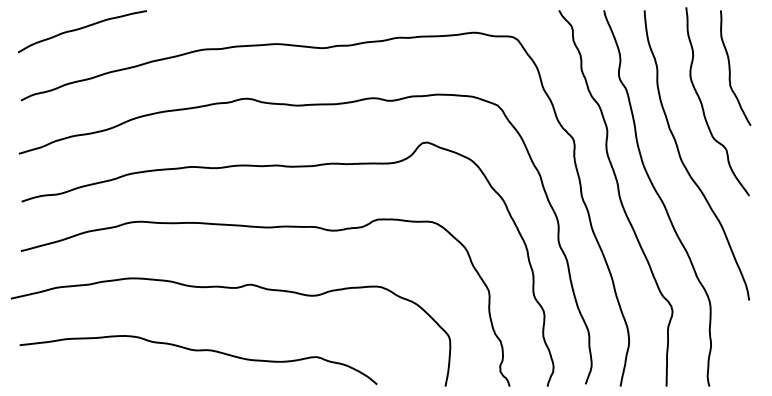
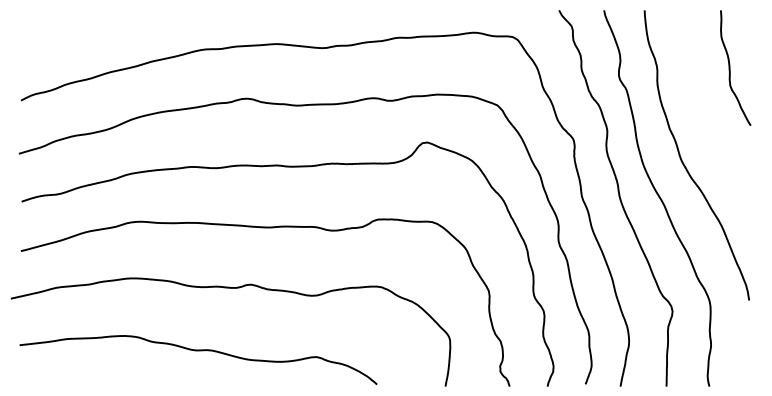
curve at (81, 29): present -> none
curve at (703, 106): present -> none
